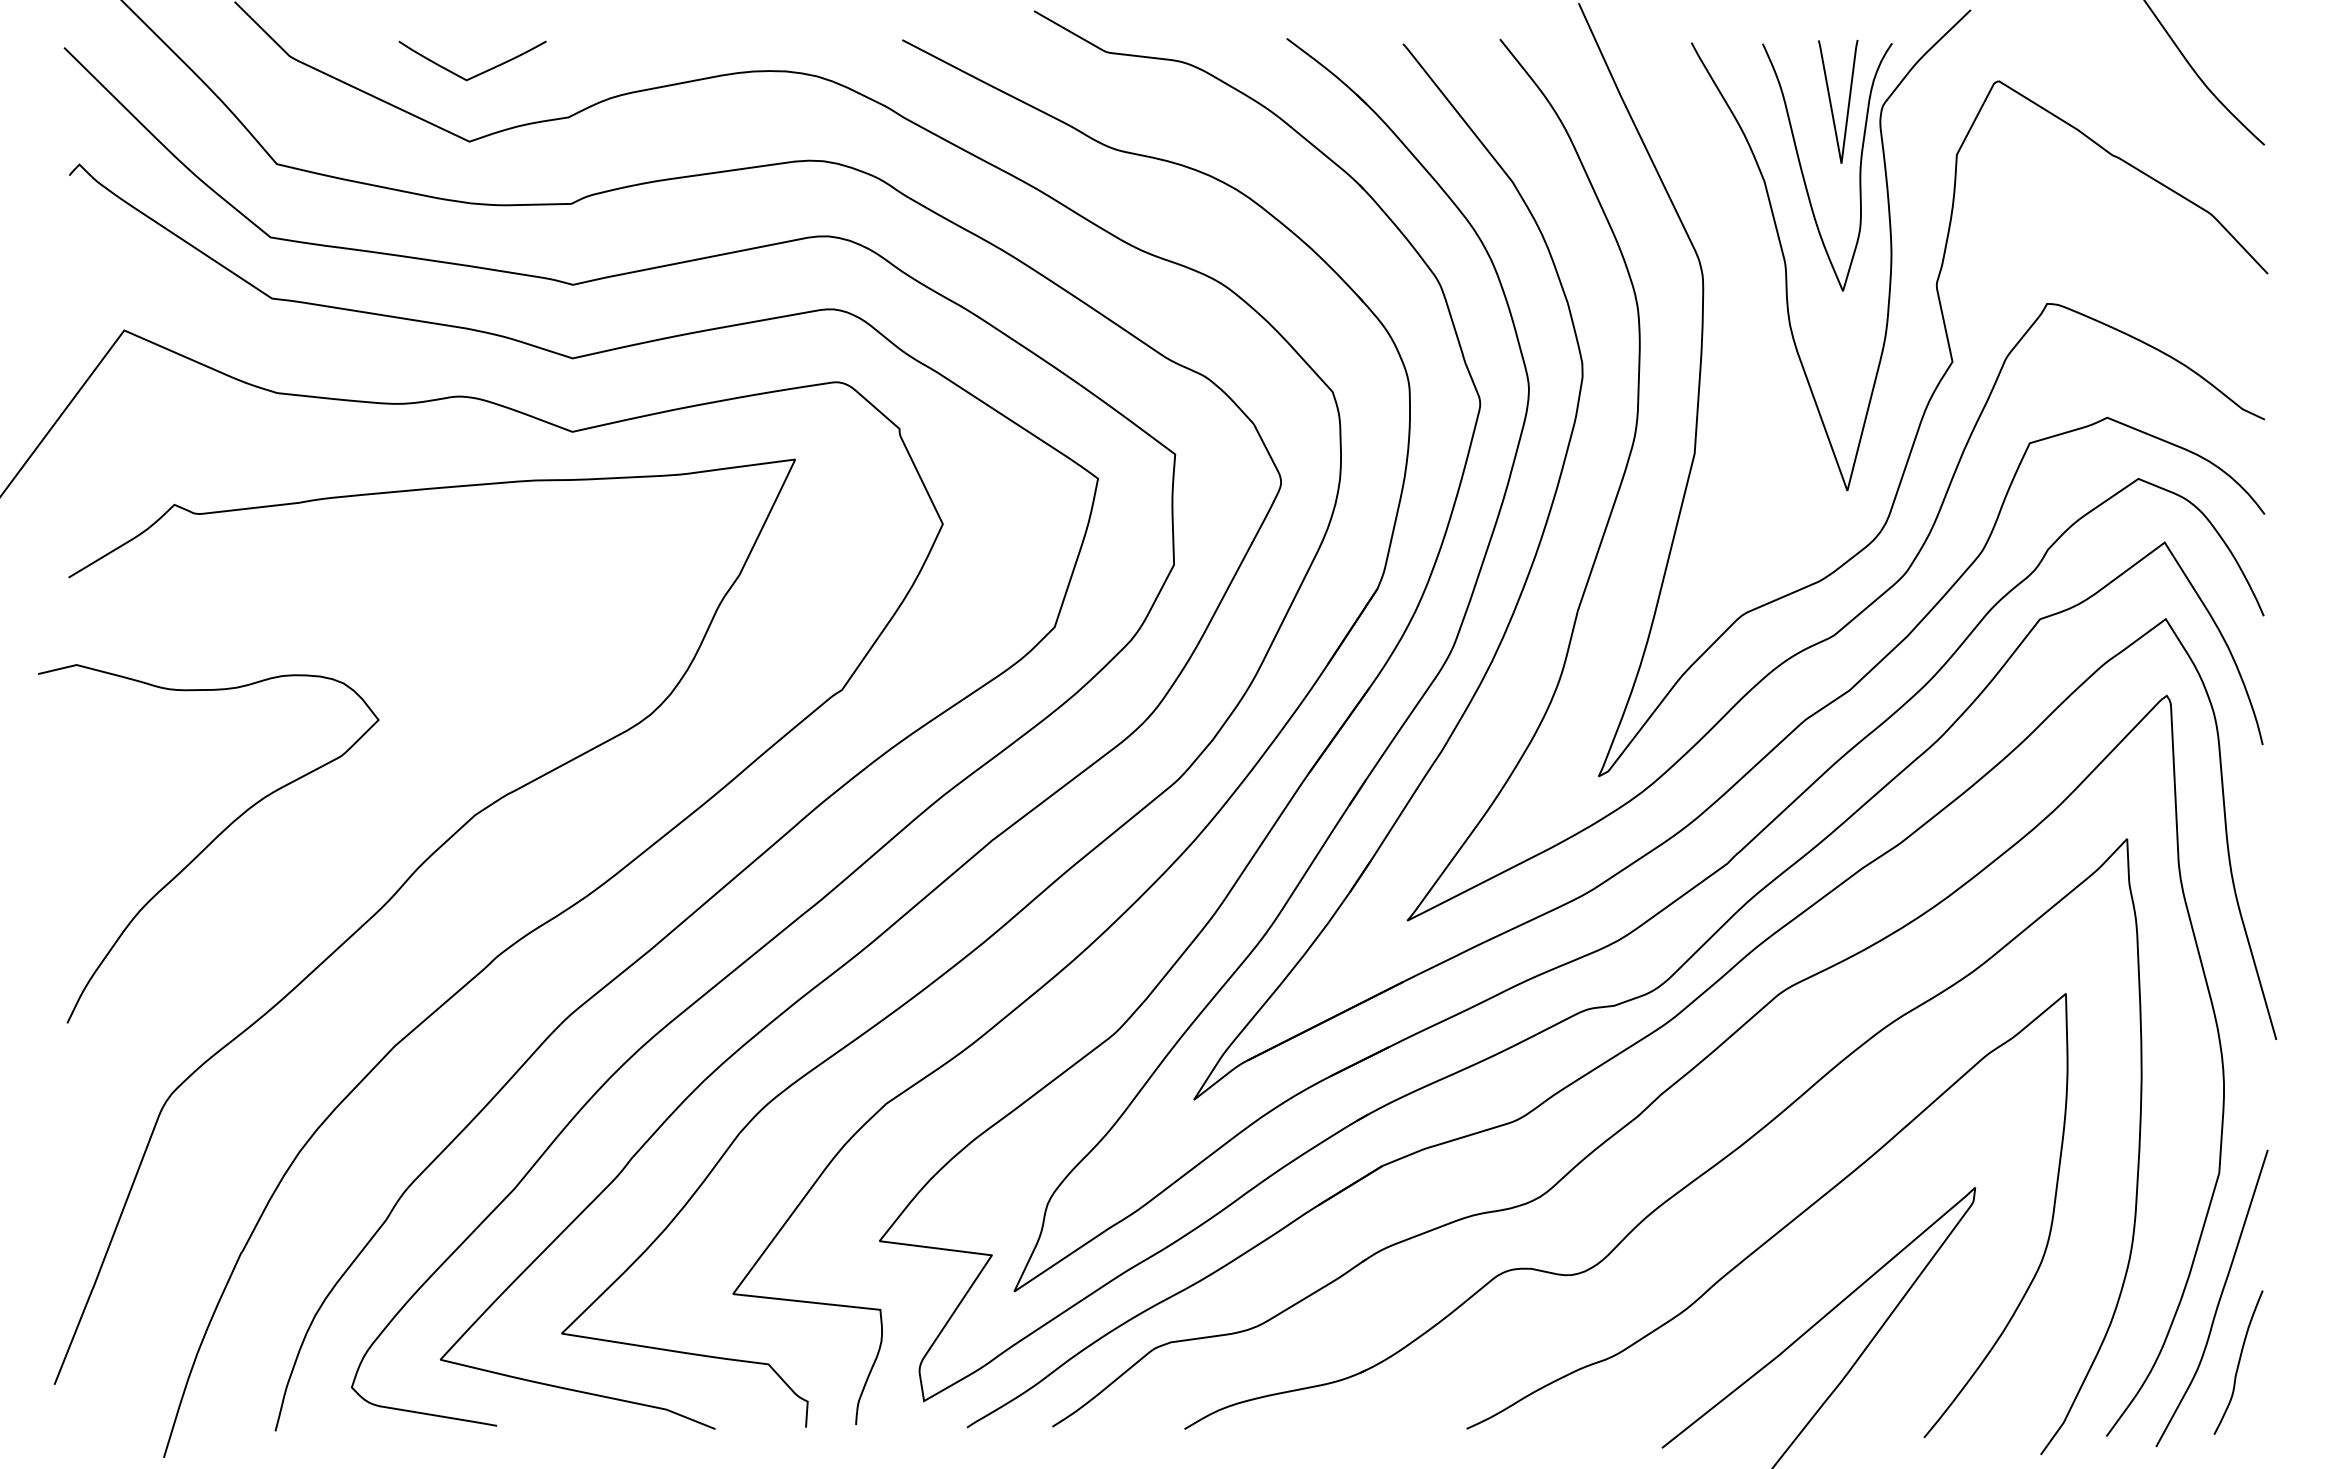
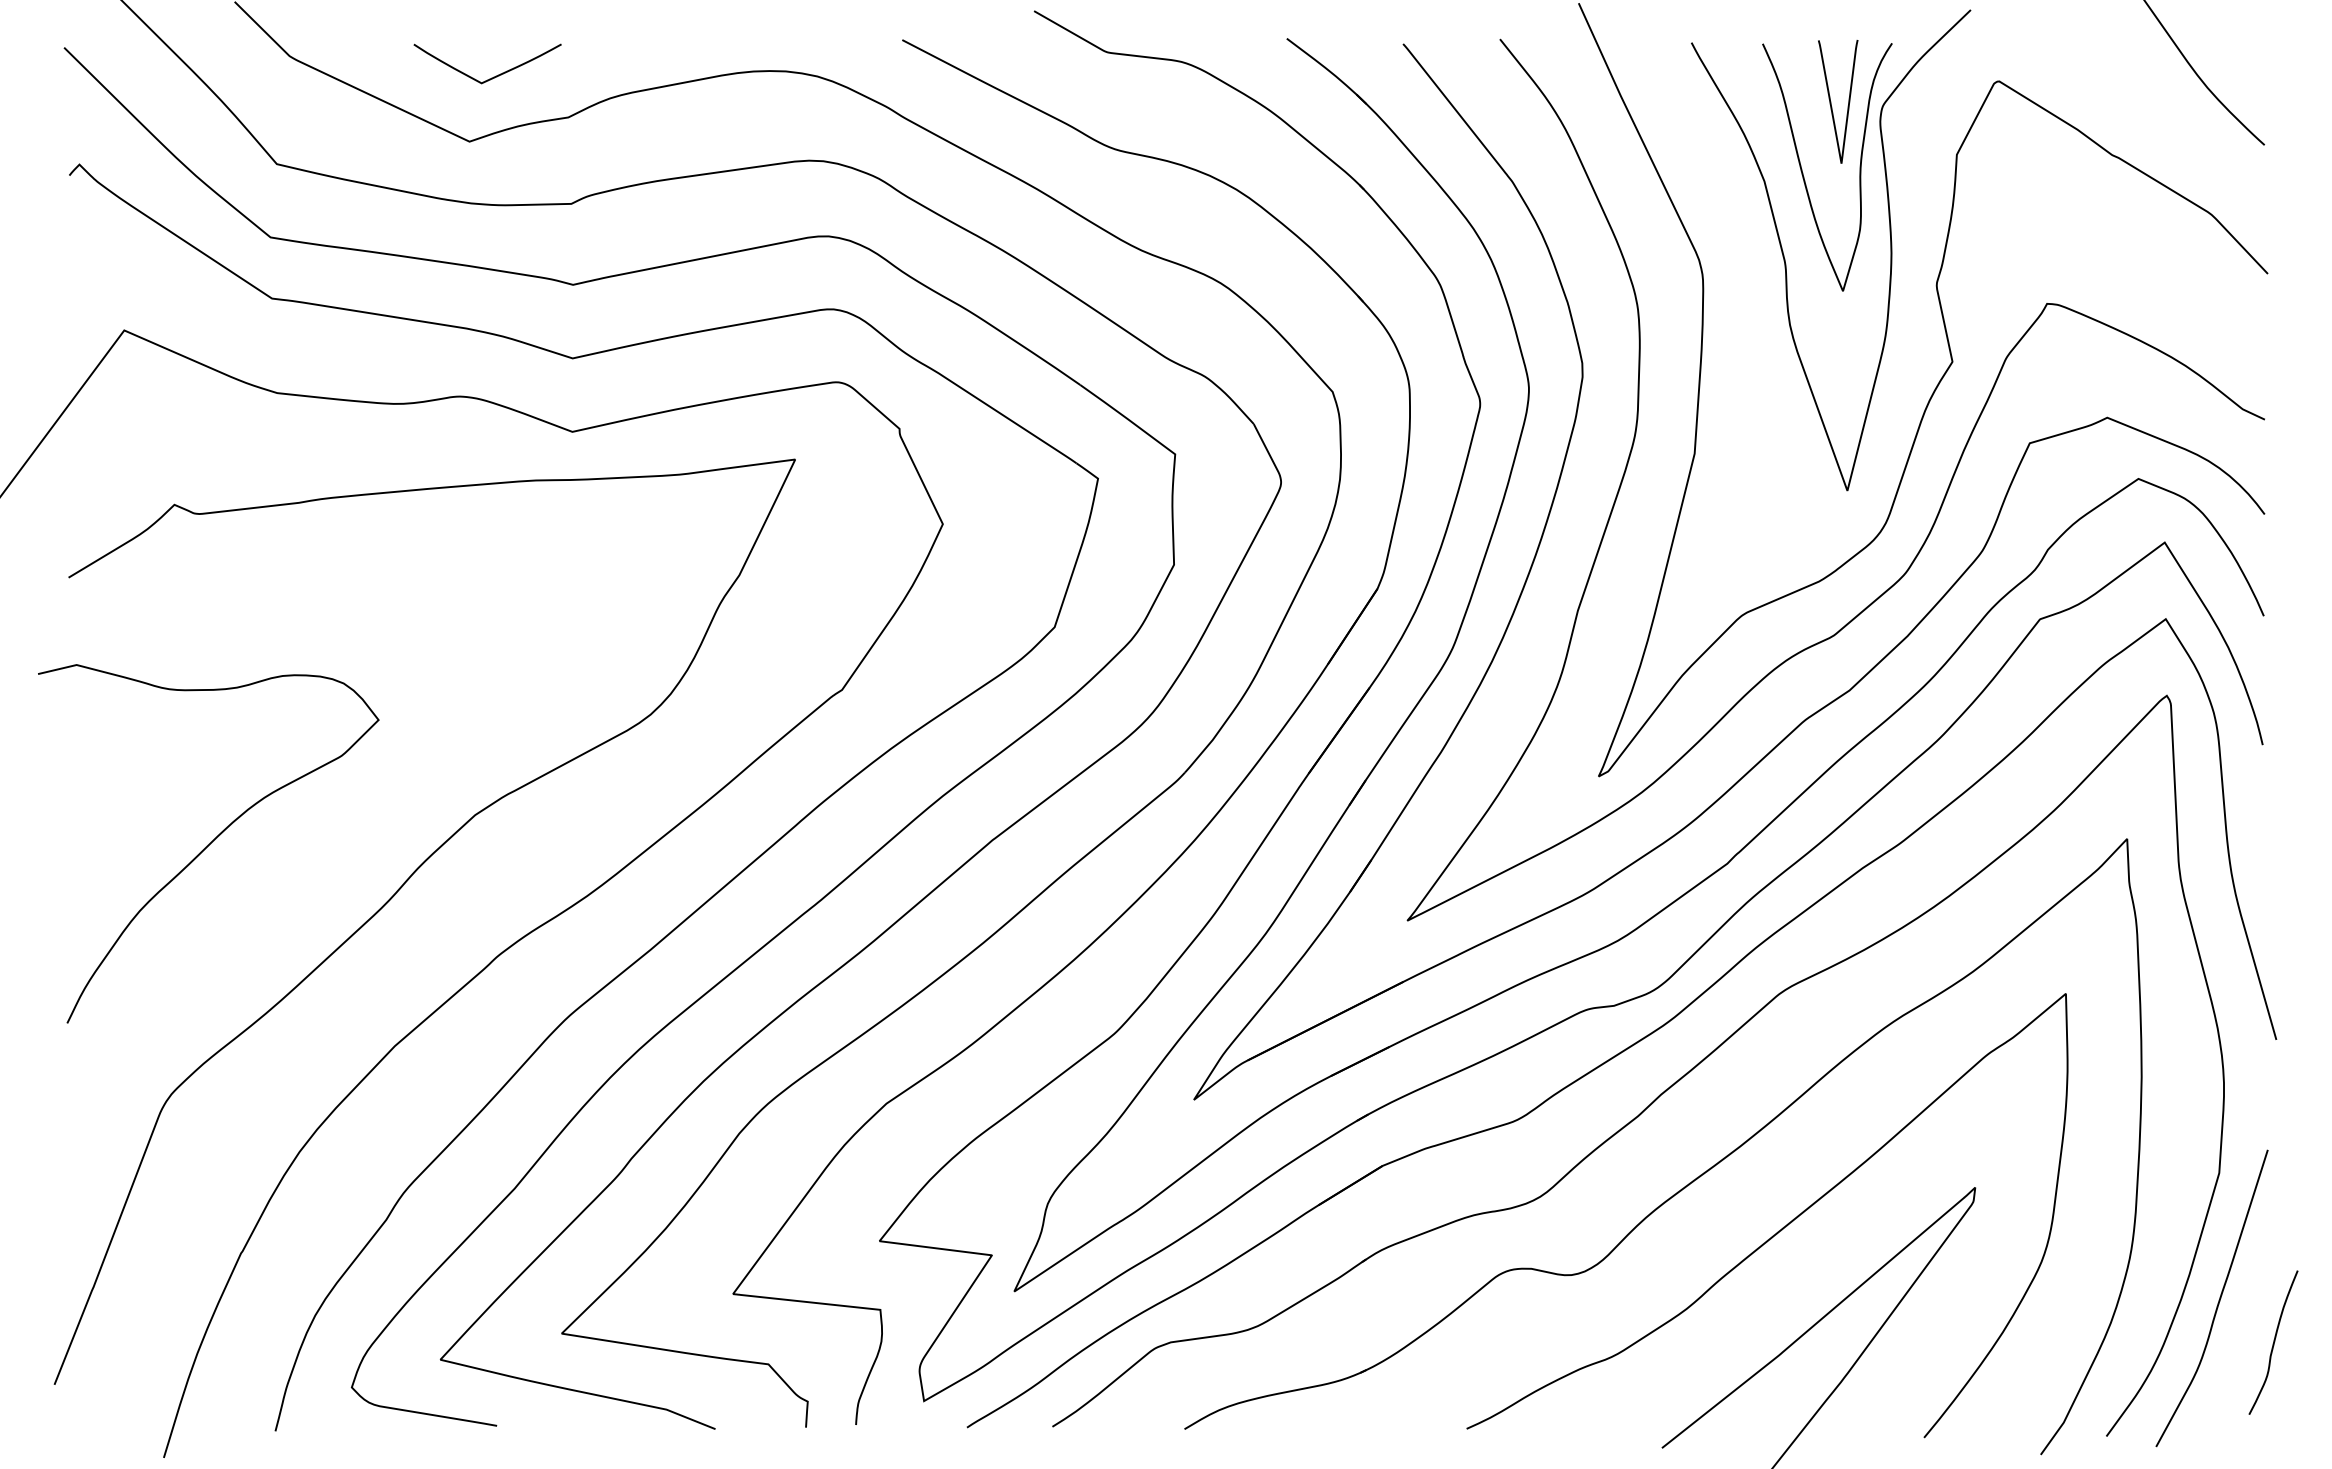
curve at (478, 73) position: (478, 73) -> (493, 76)
curve at (2238, 1362) position: (2238, 1362) -> (2273, 1342)
